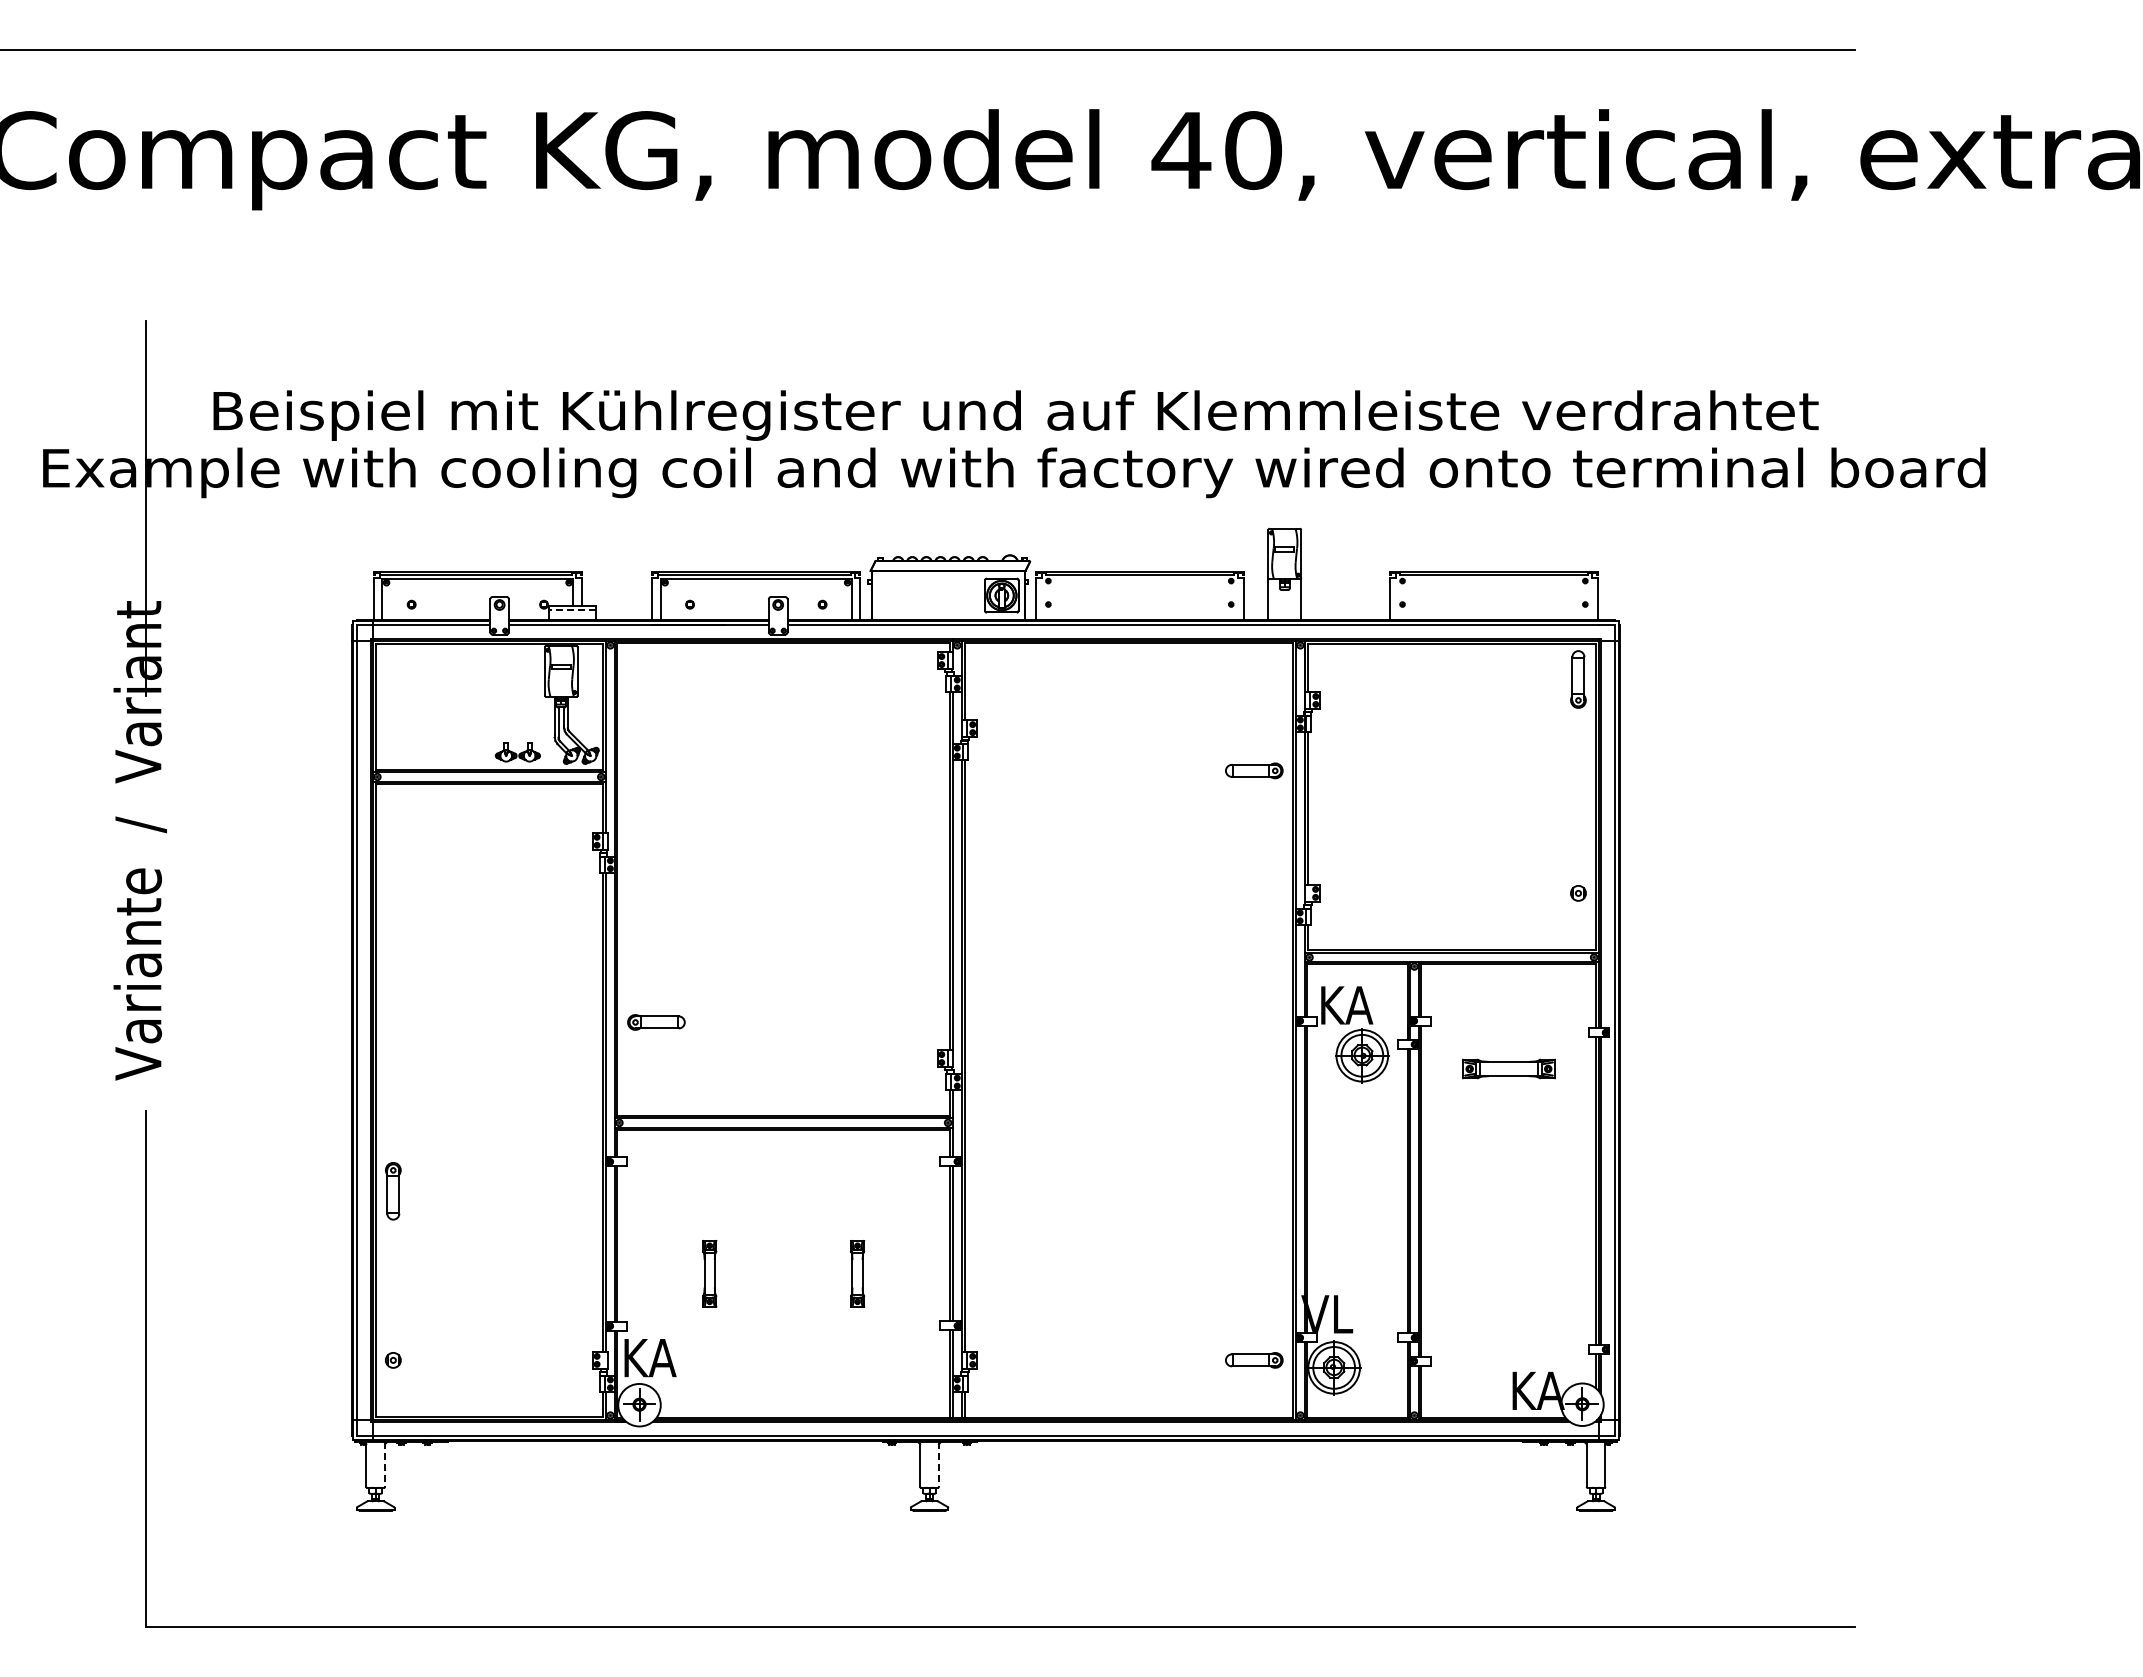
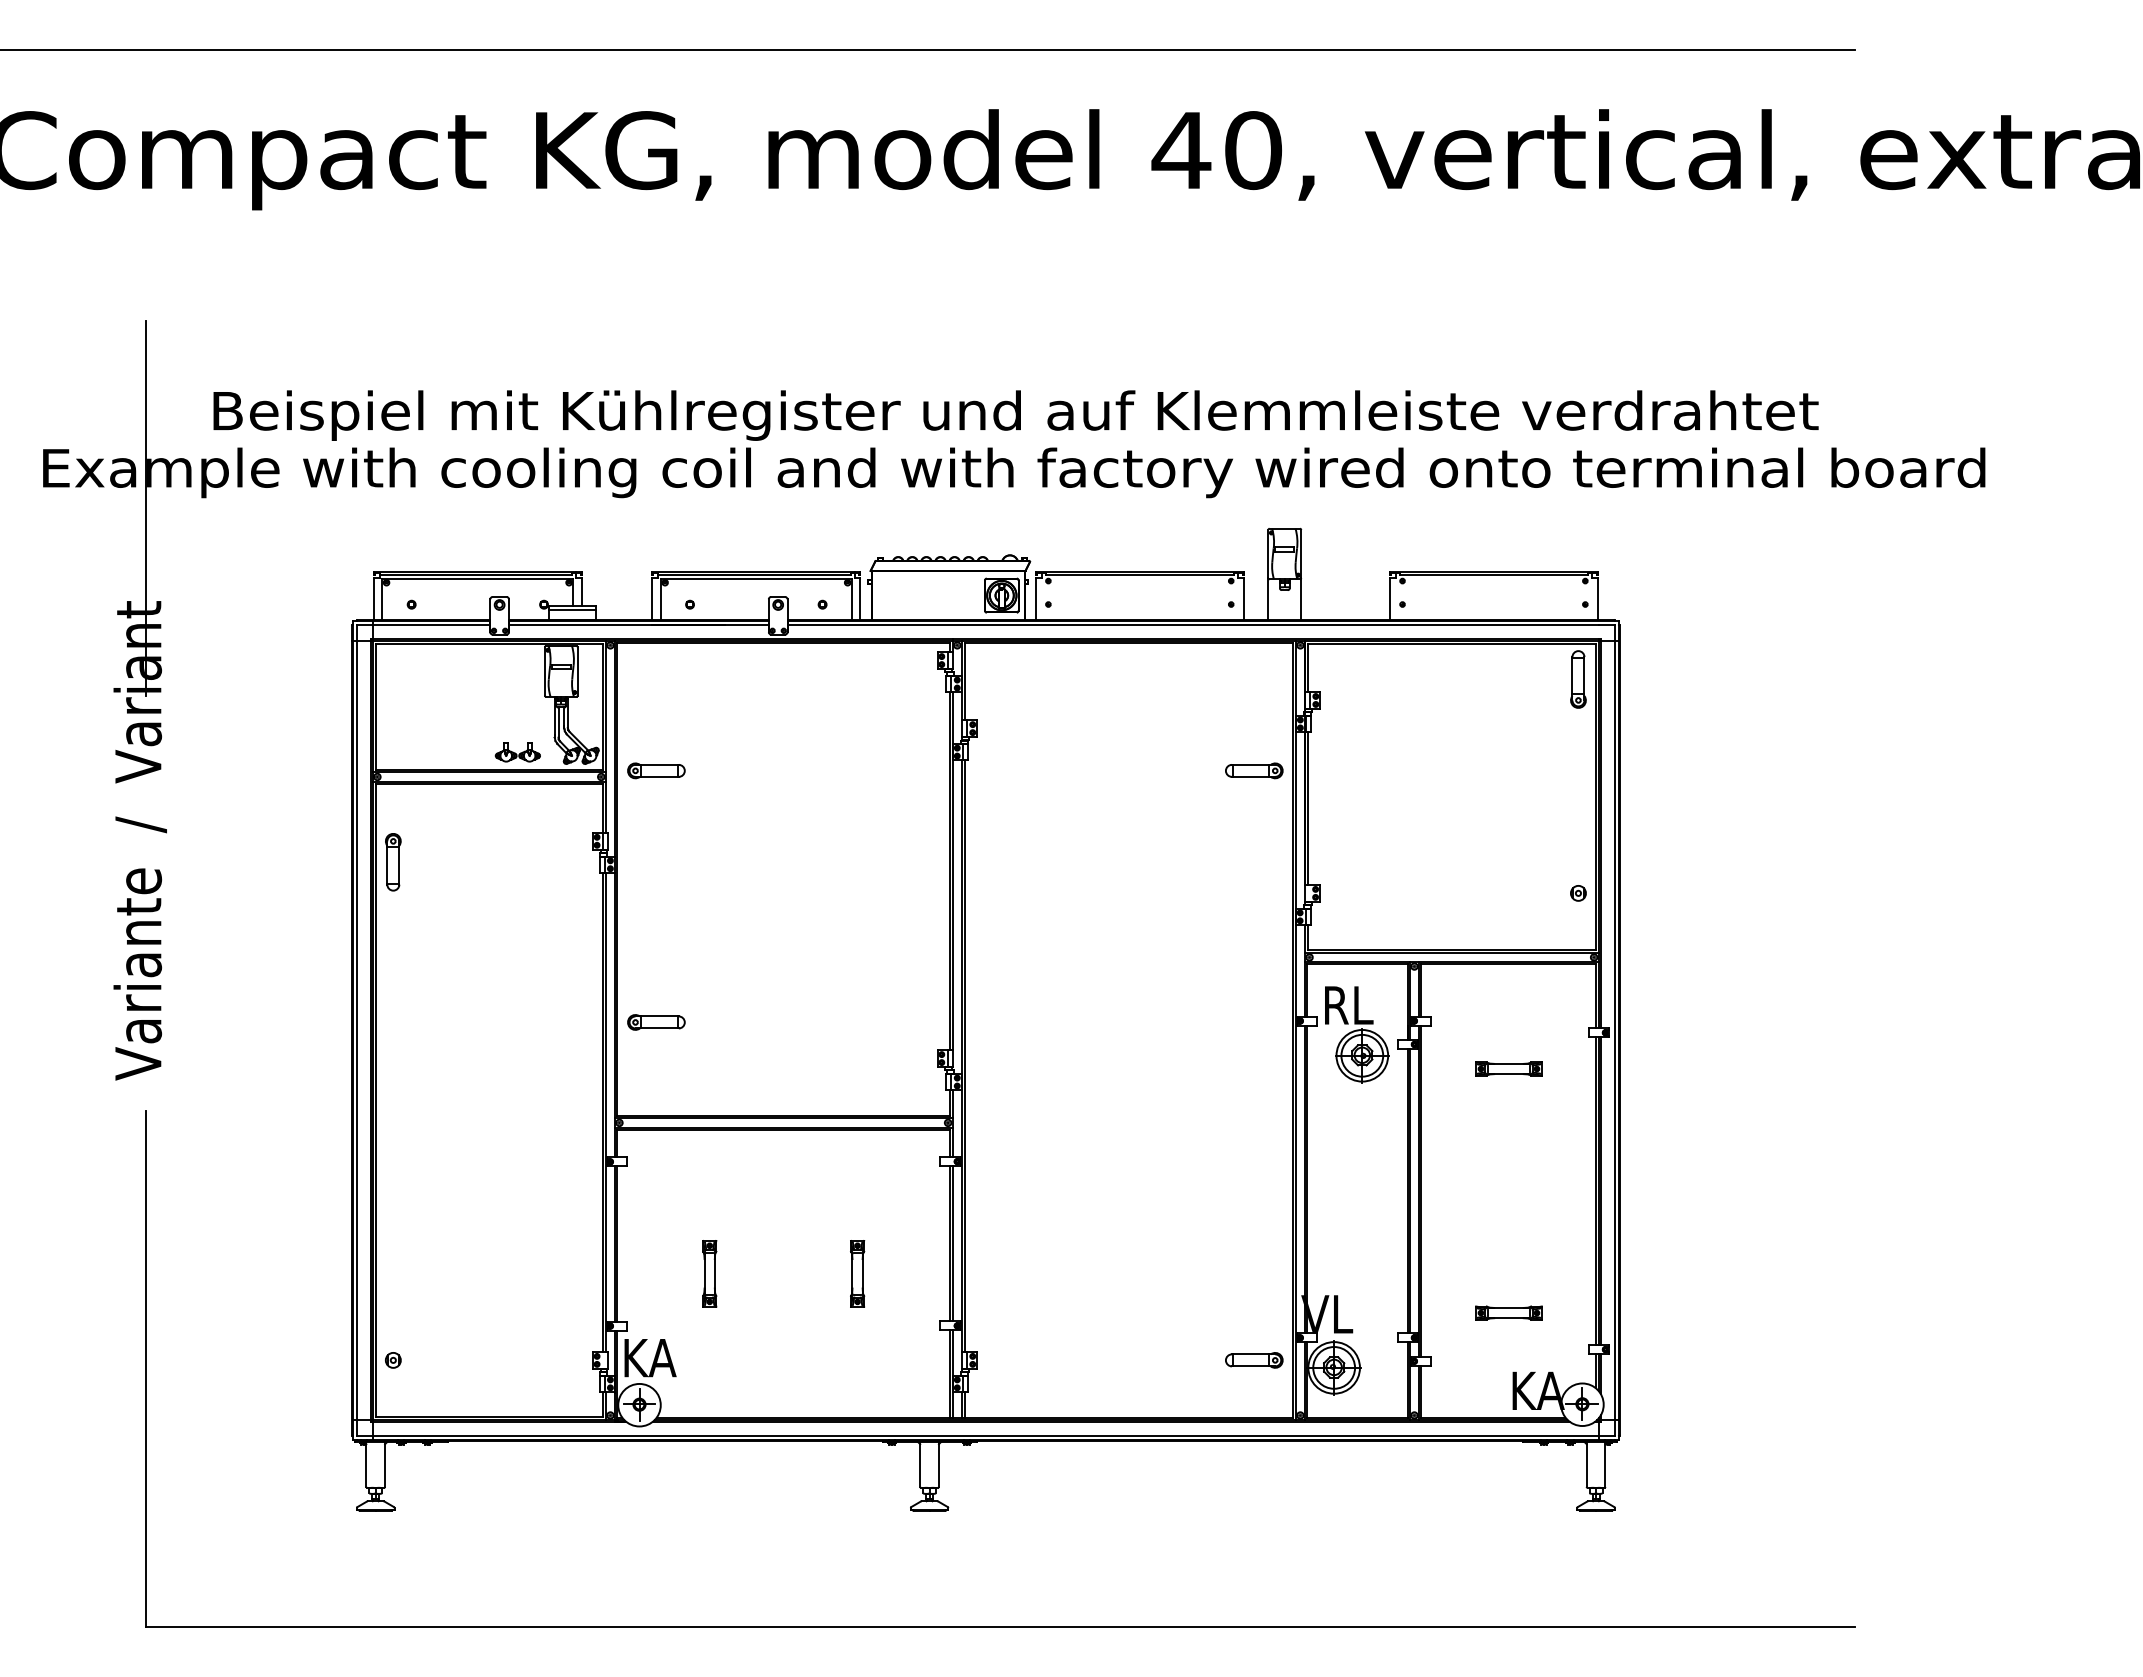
line at (571, 610): dashed -> solid
part at (656, 770): none -> present
text at (1347, 1005): KA -> RL
part at (1508, 1068) size: 94x22 px -> 68x16 px
part at (393, 1191) position: (393, 1191) -> (393, 862)
part at (1508, 1312): none -> present
line at (385, 1464): dashed -> solid
line at (938, 1464): dashed -> solid
